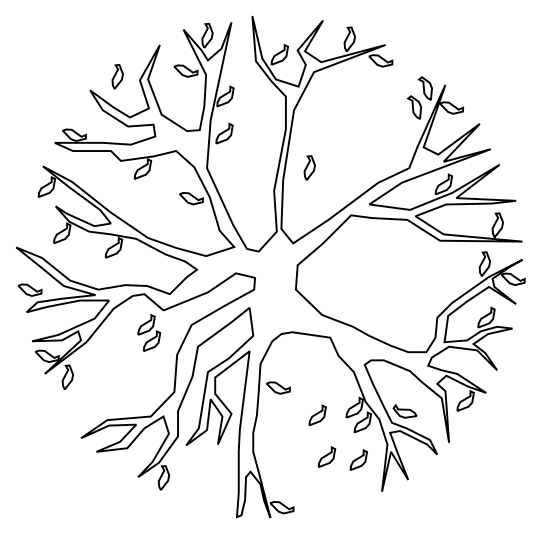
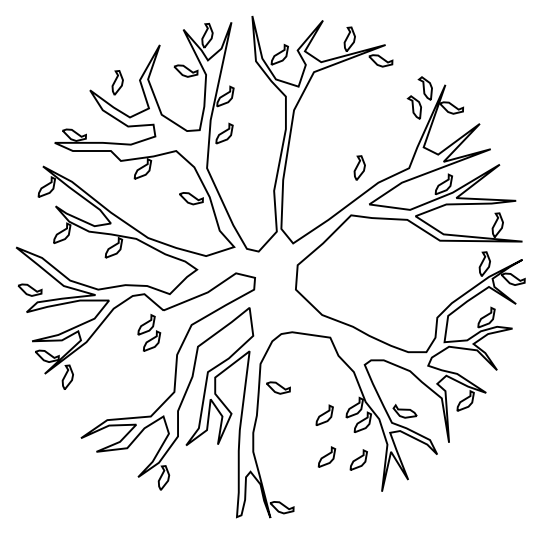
curve at (115, 76) position: (115, 76) -> (115, 82)
curve at (308, 166) position: (308, 166) -> (358, 166)
curve at (317, 414) position: (317, 414) -> (324, 414)
